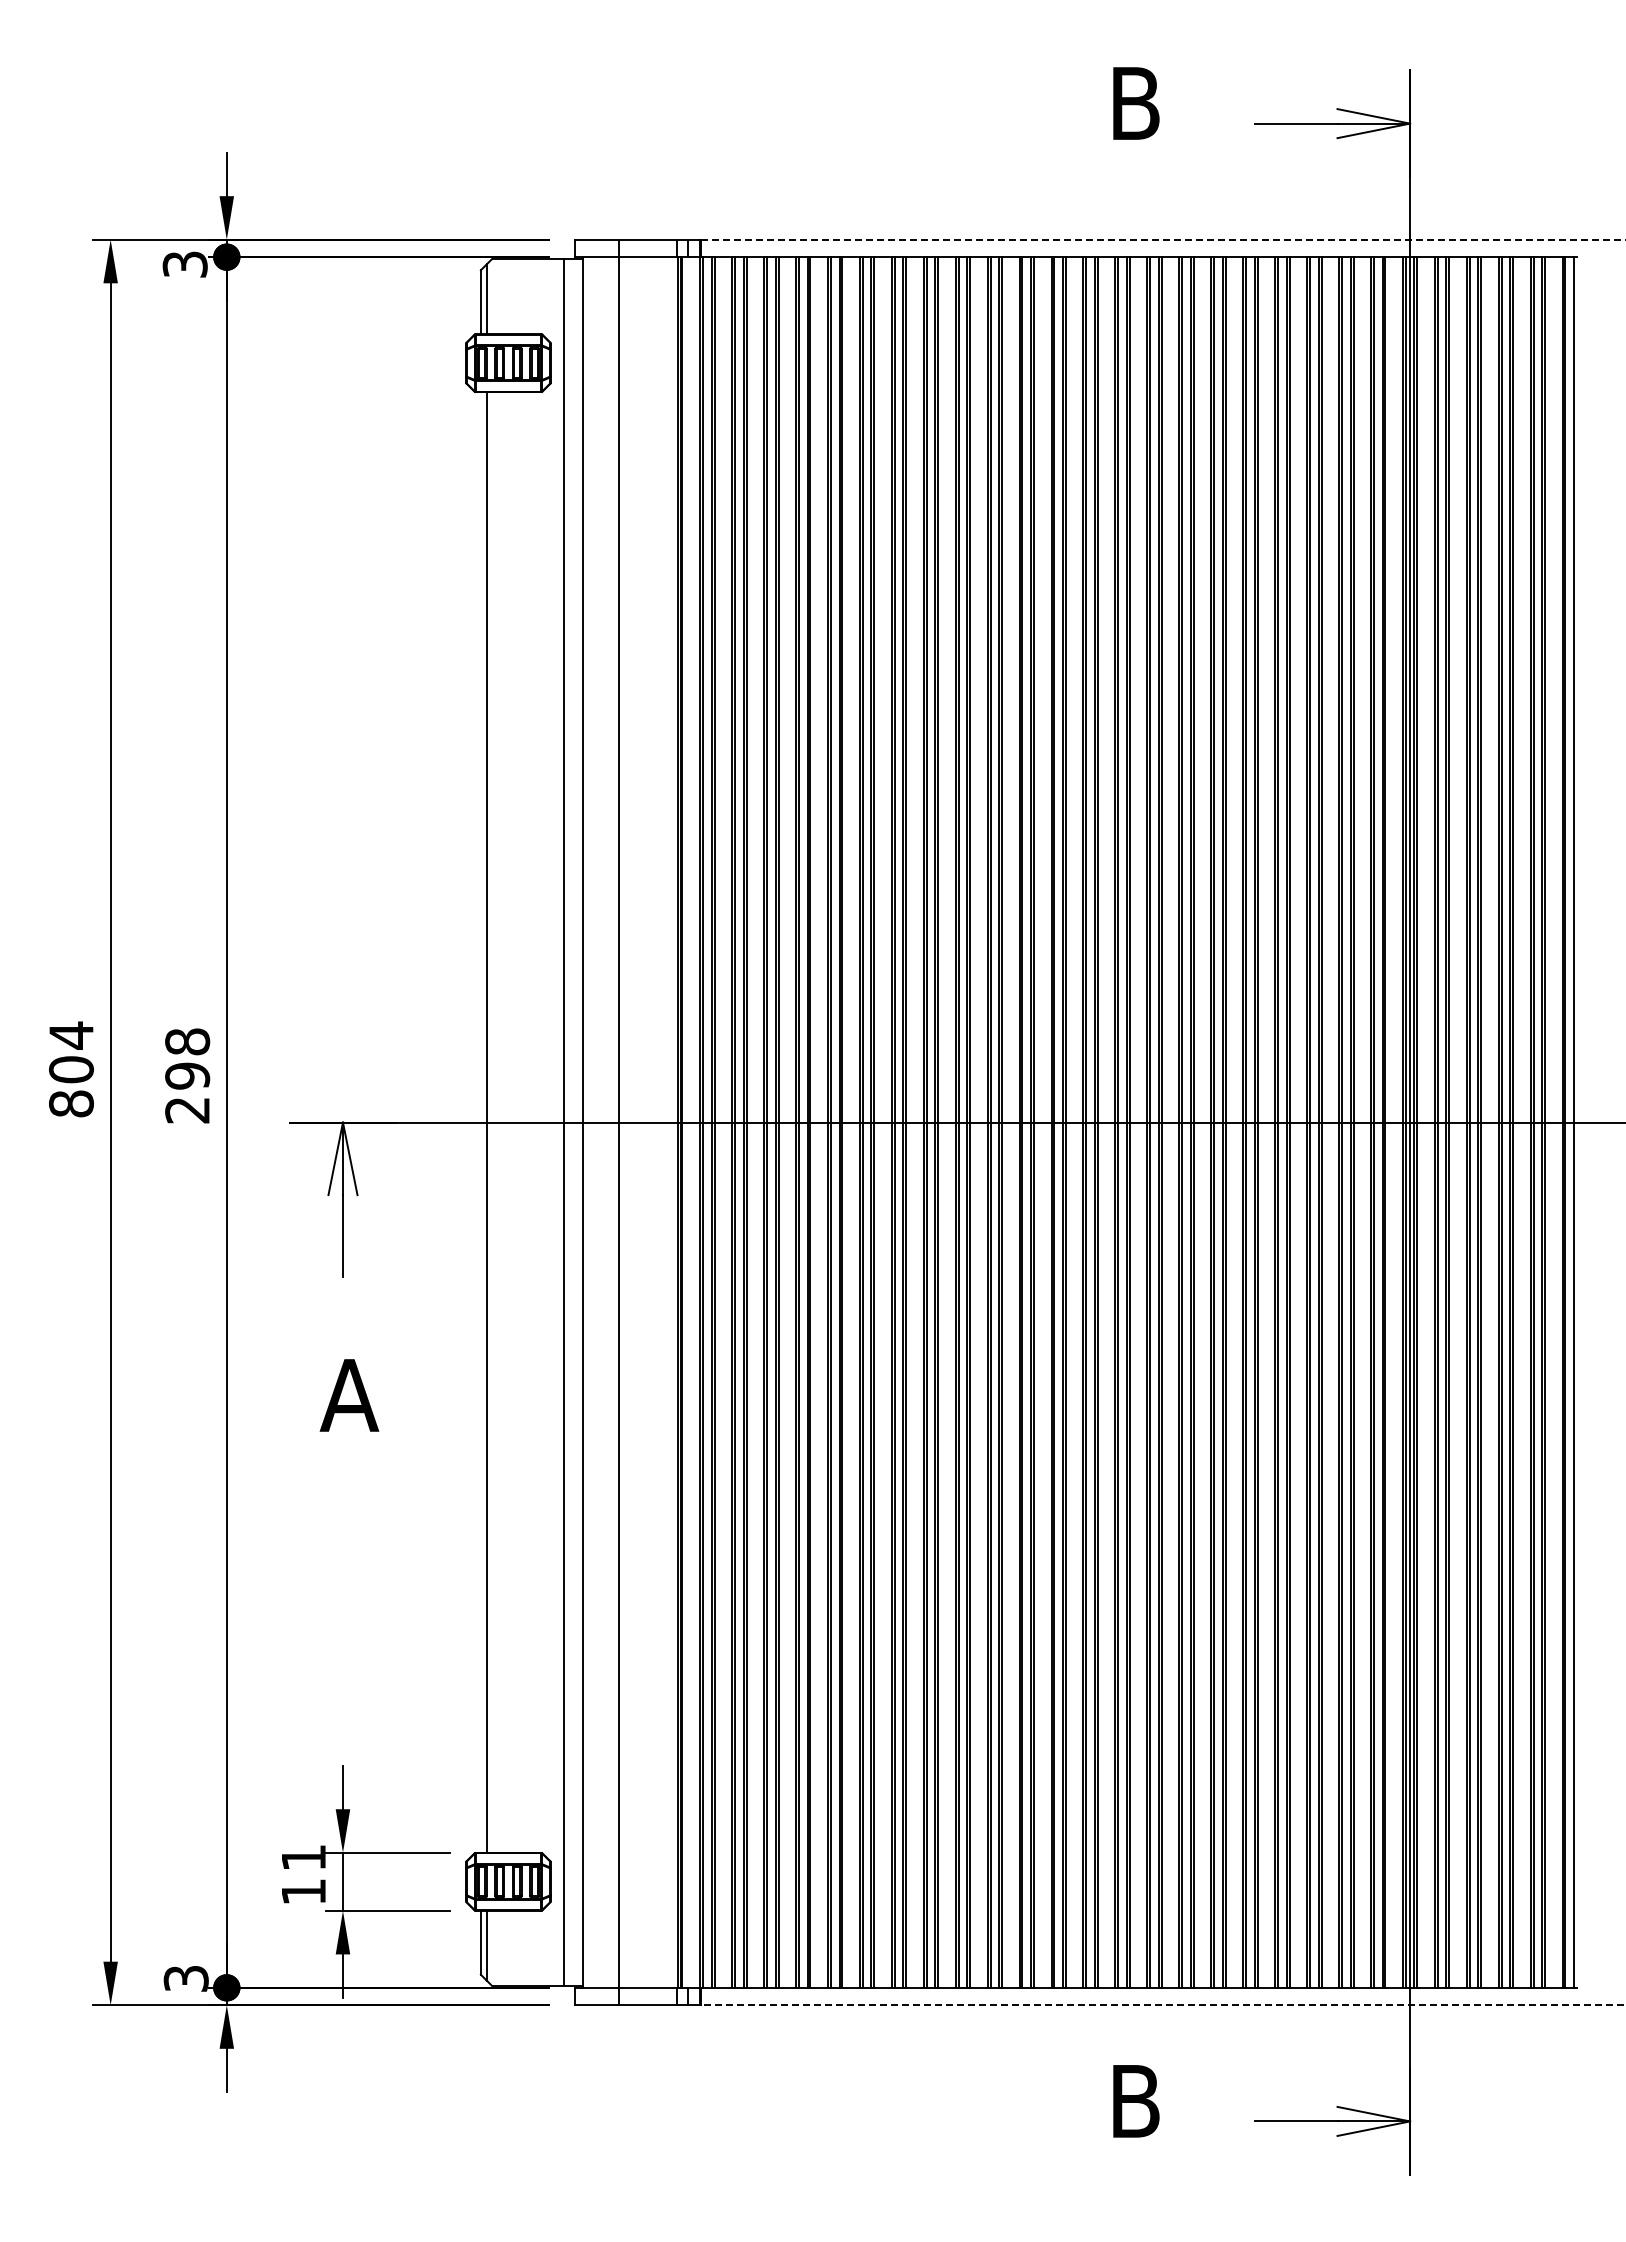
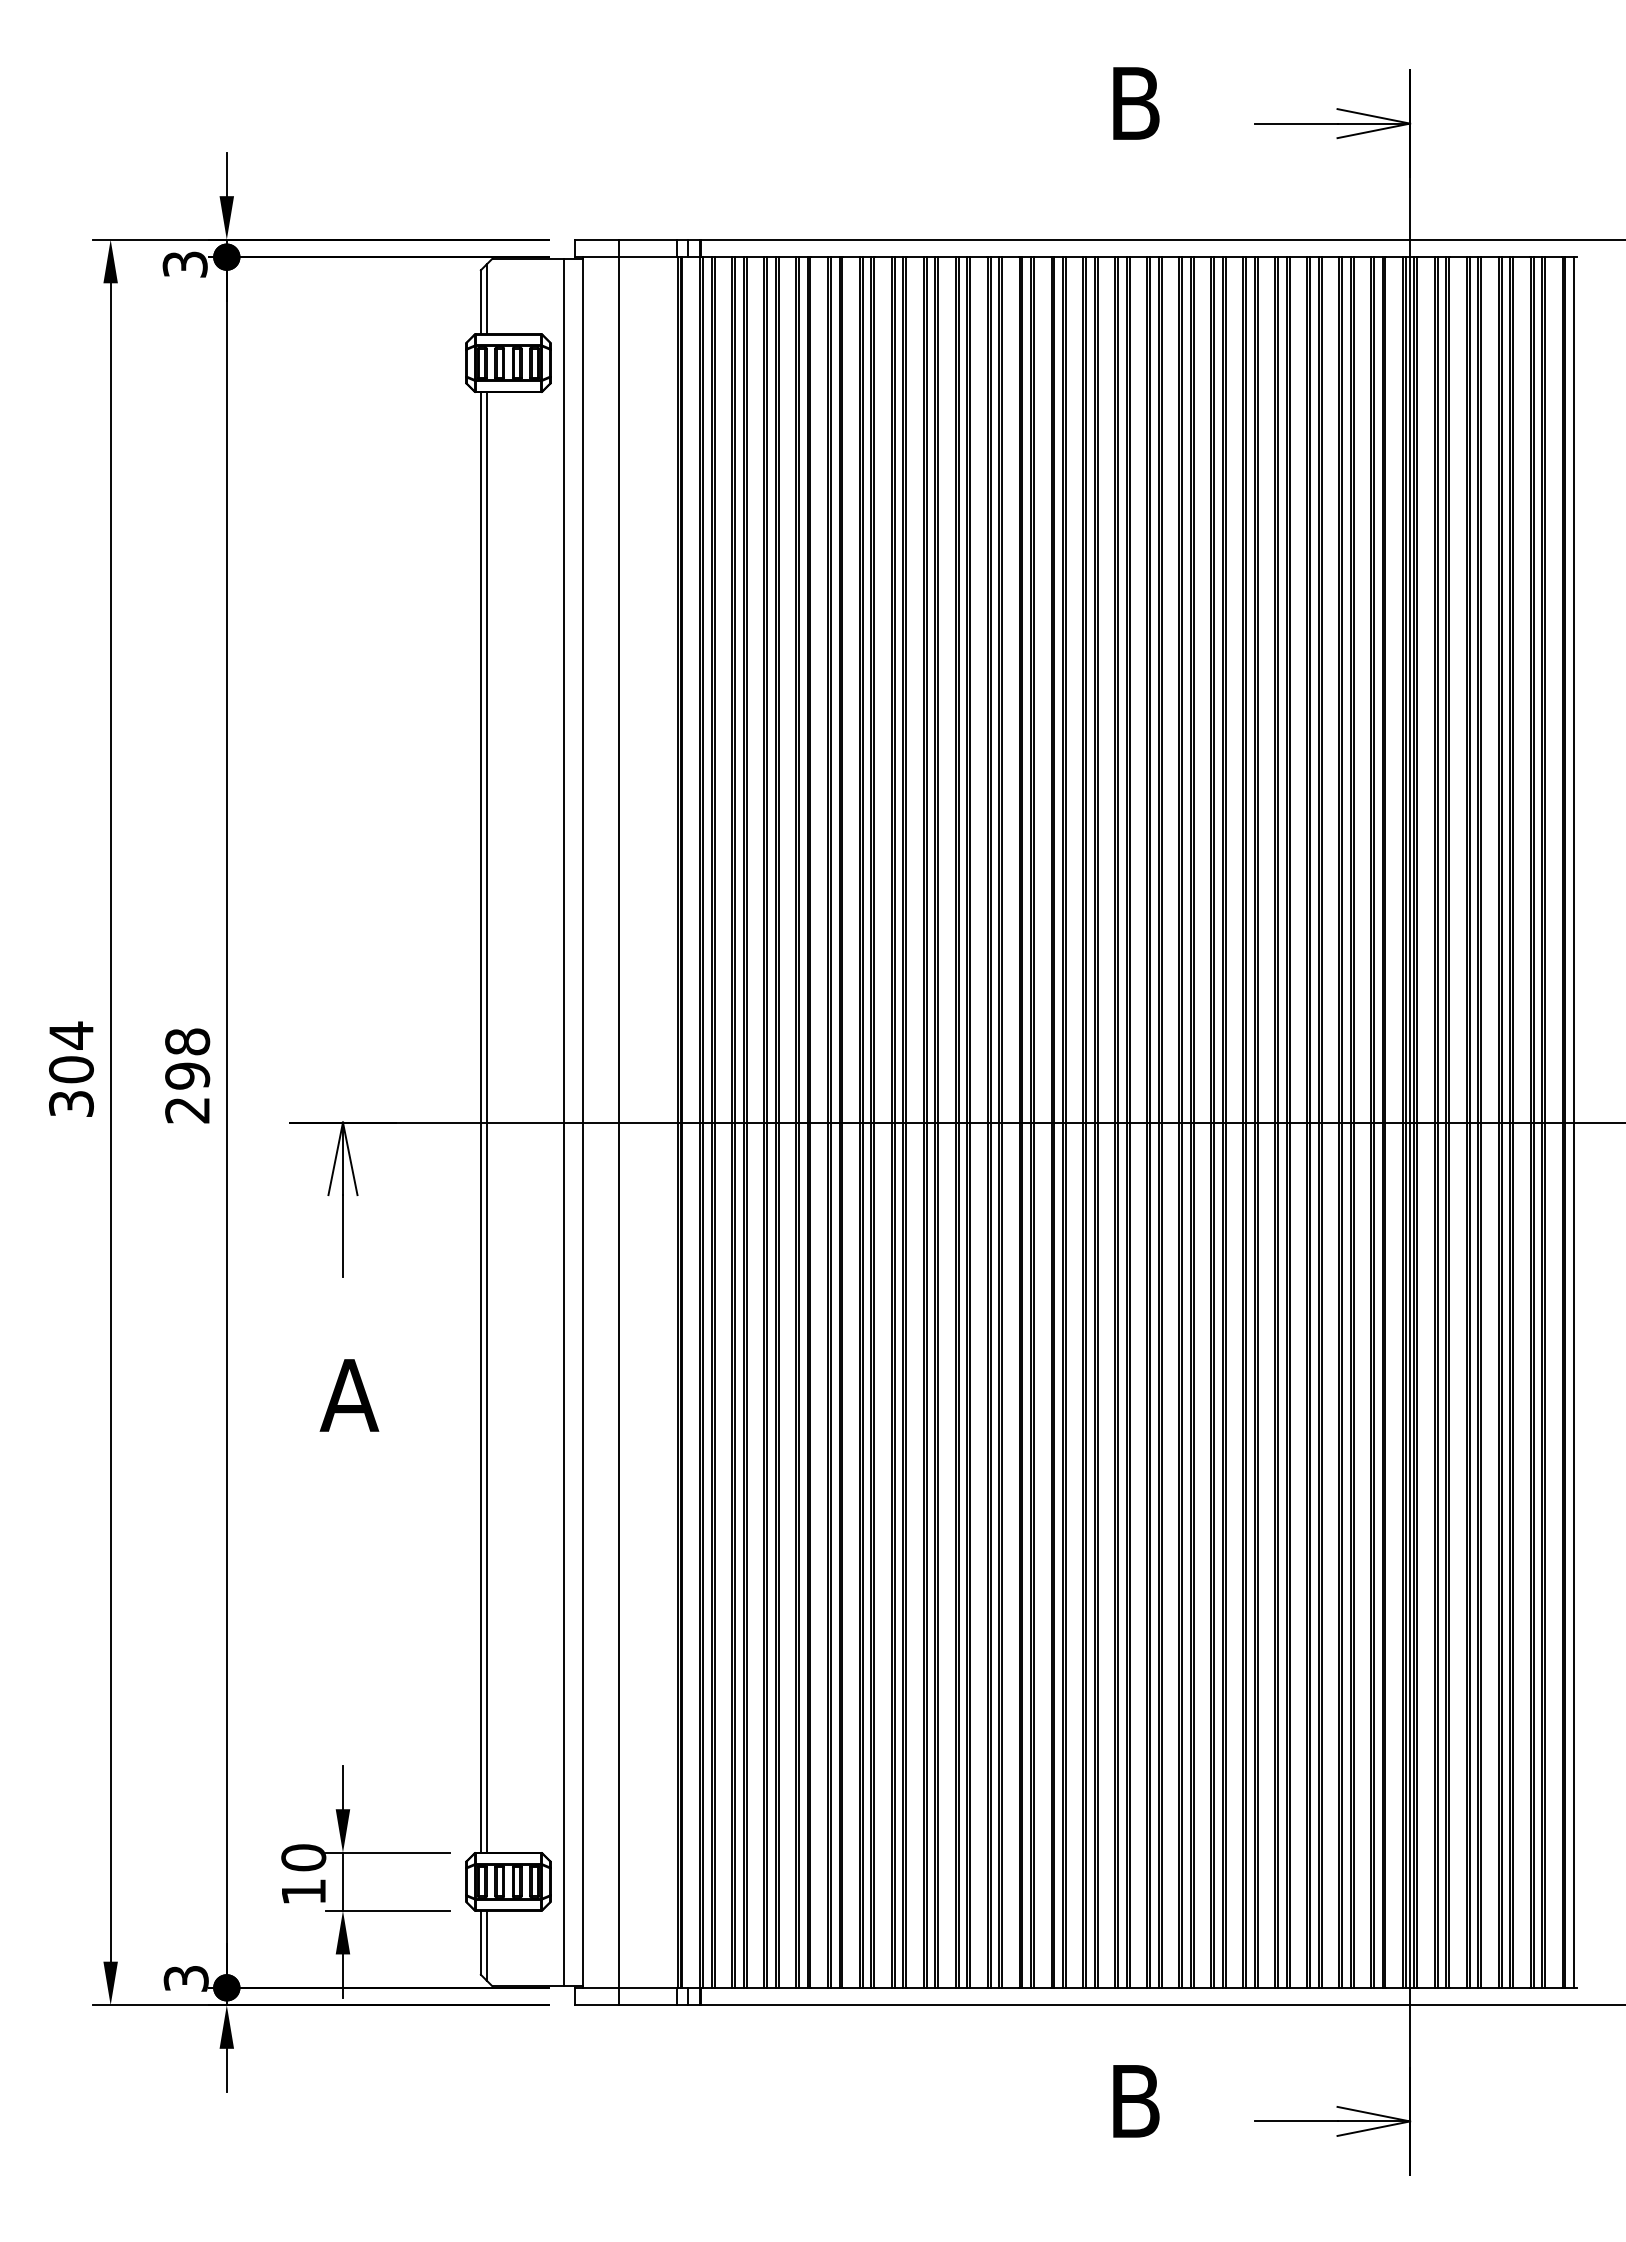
line at (1163, 239): dashed -> solid
text at (71, 1103): 804 -> 304
line at (480, 1122): none -> present
text at (303, 1857): 11 -> 10
line at (1163, 2005): dashed -> solid
